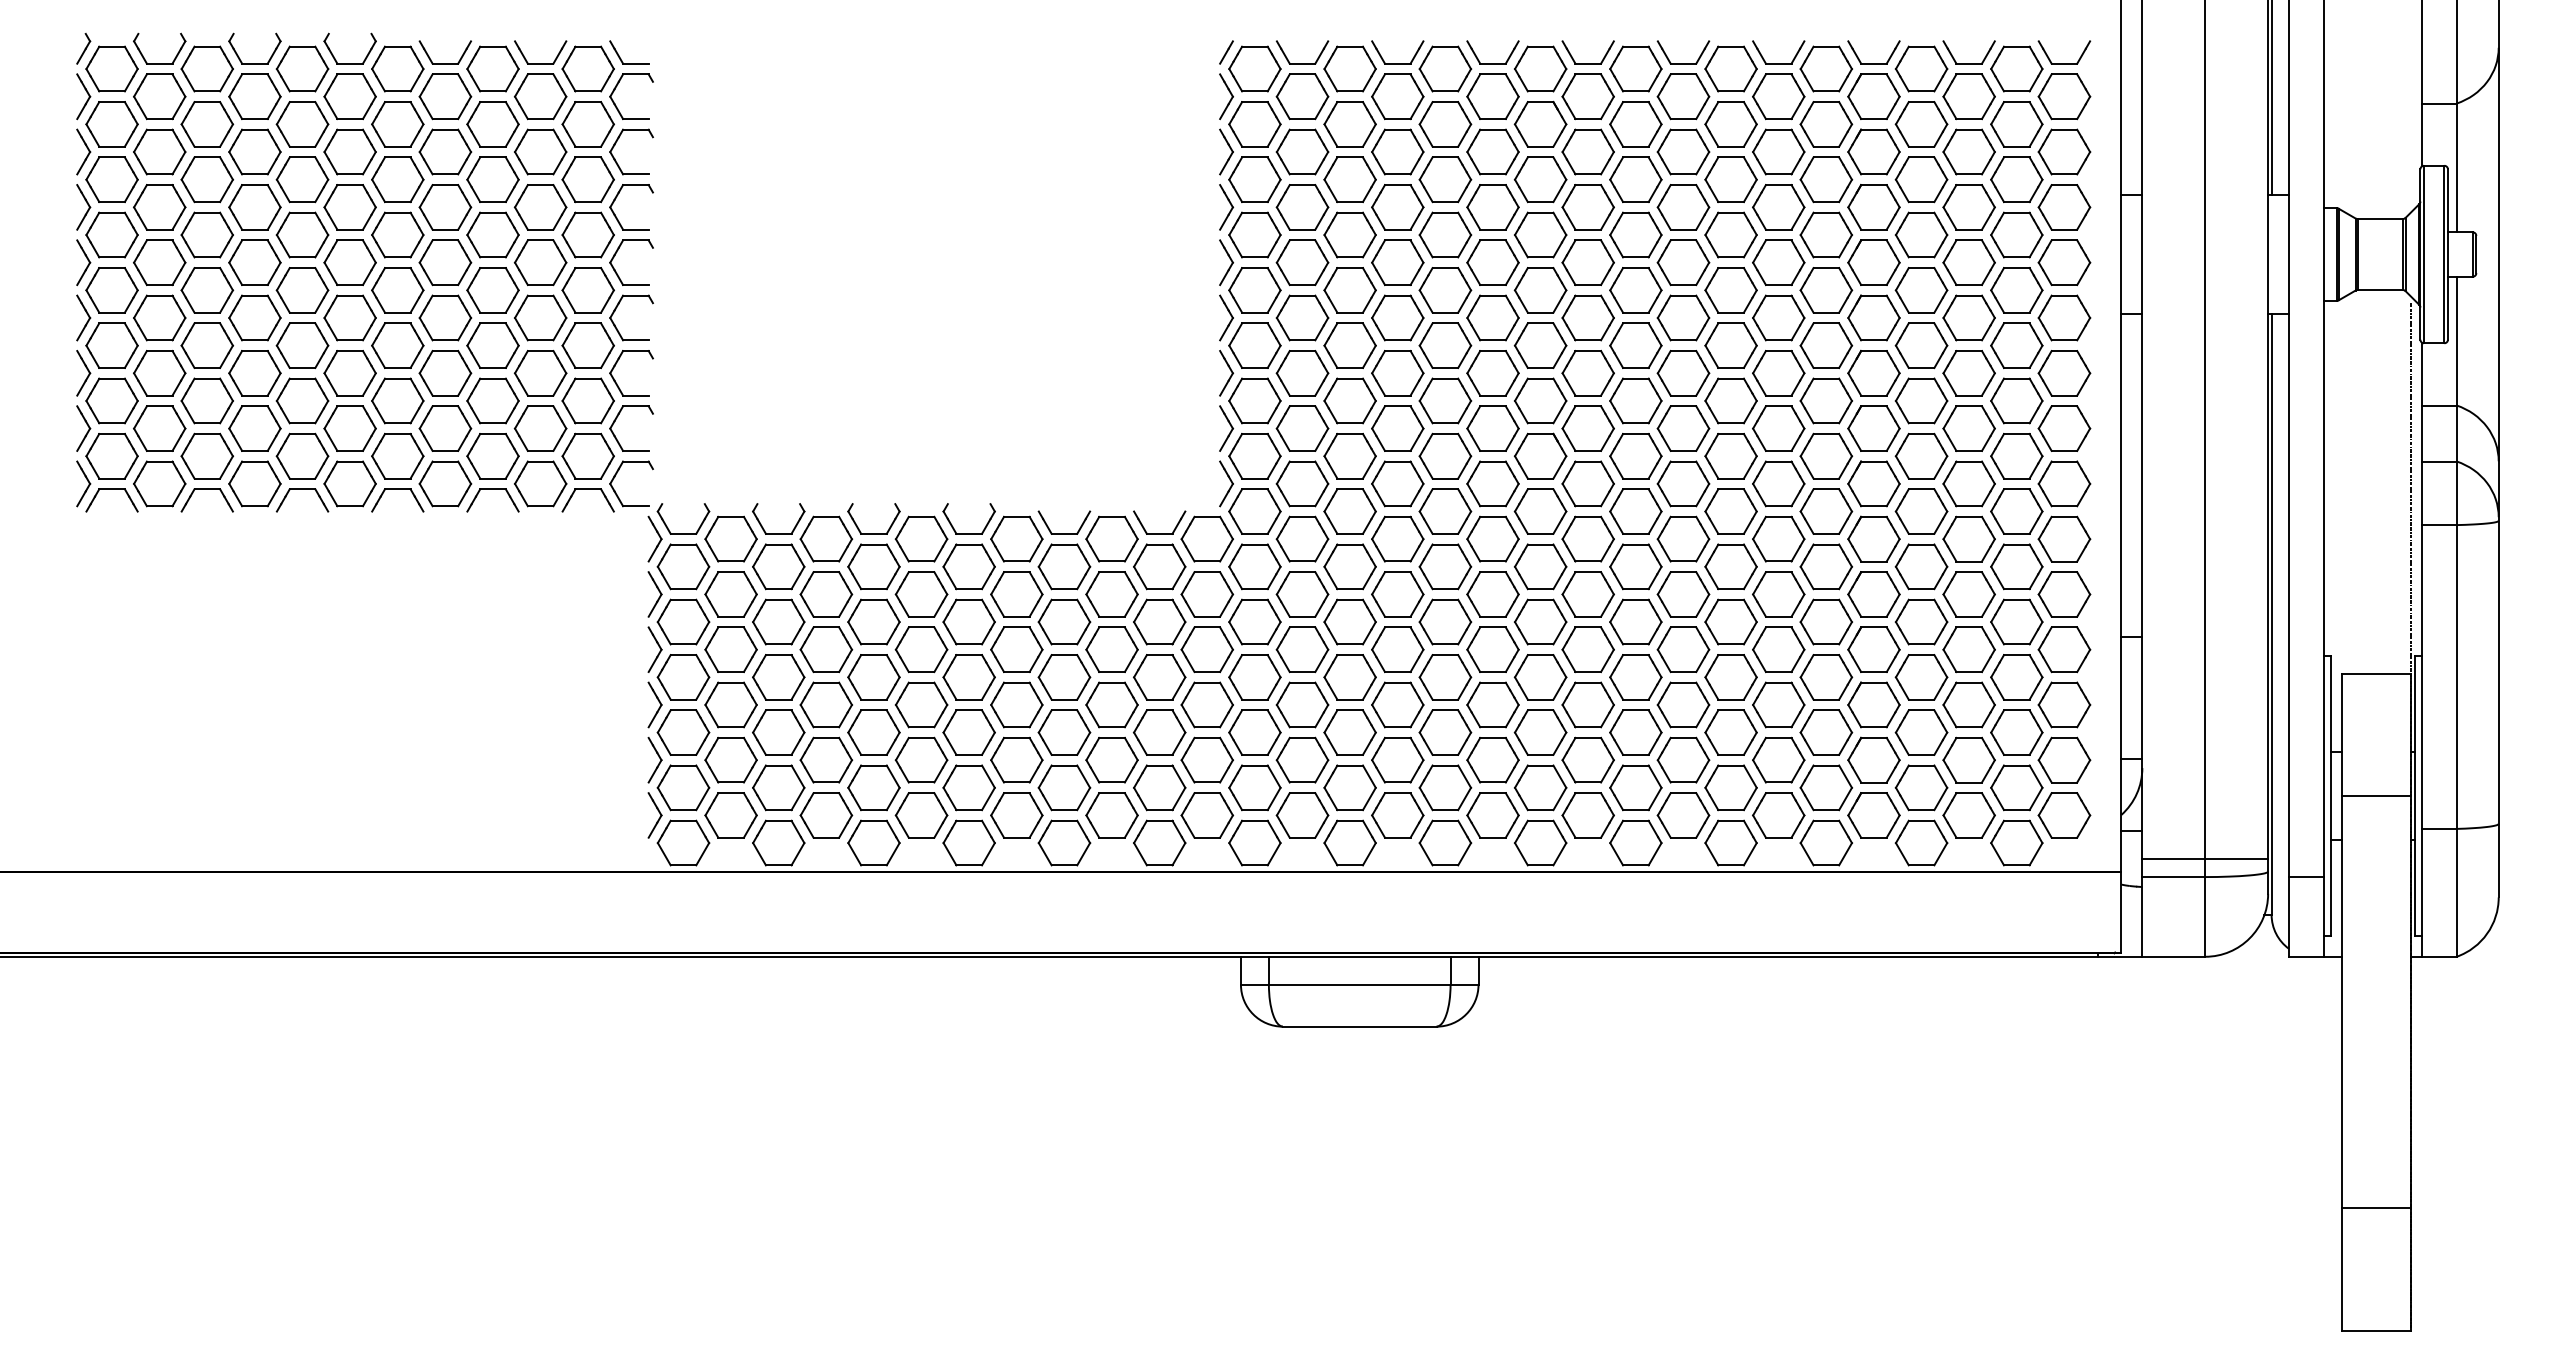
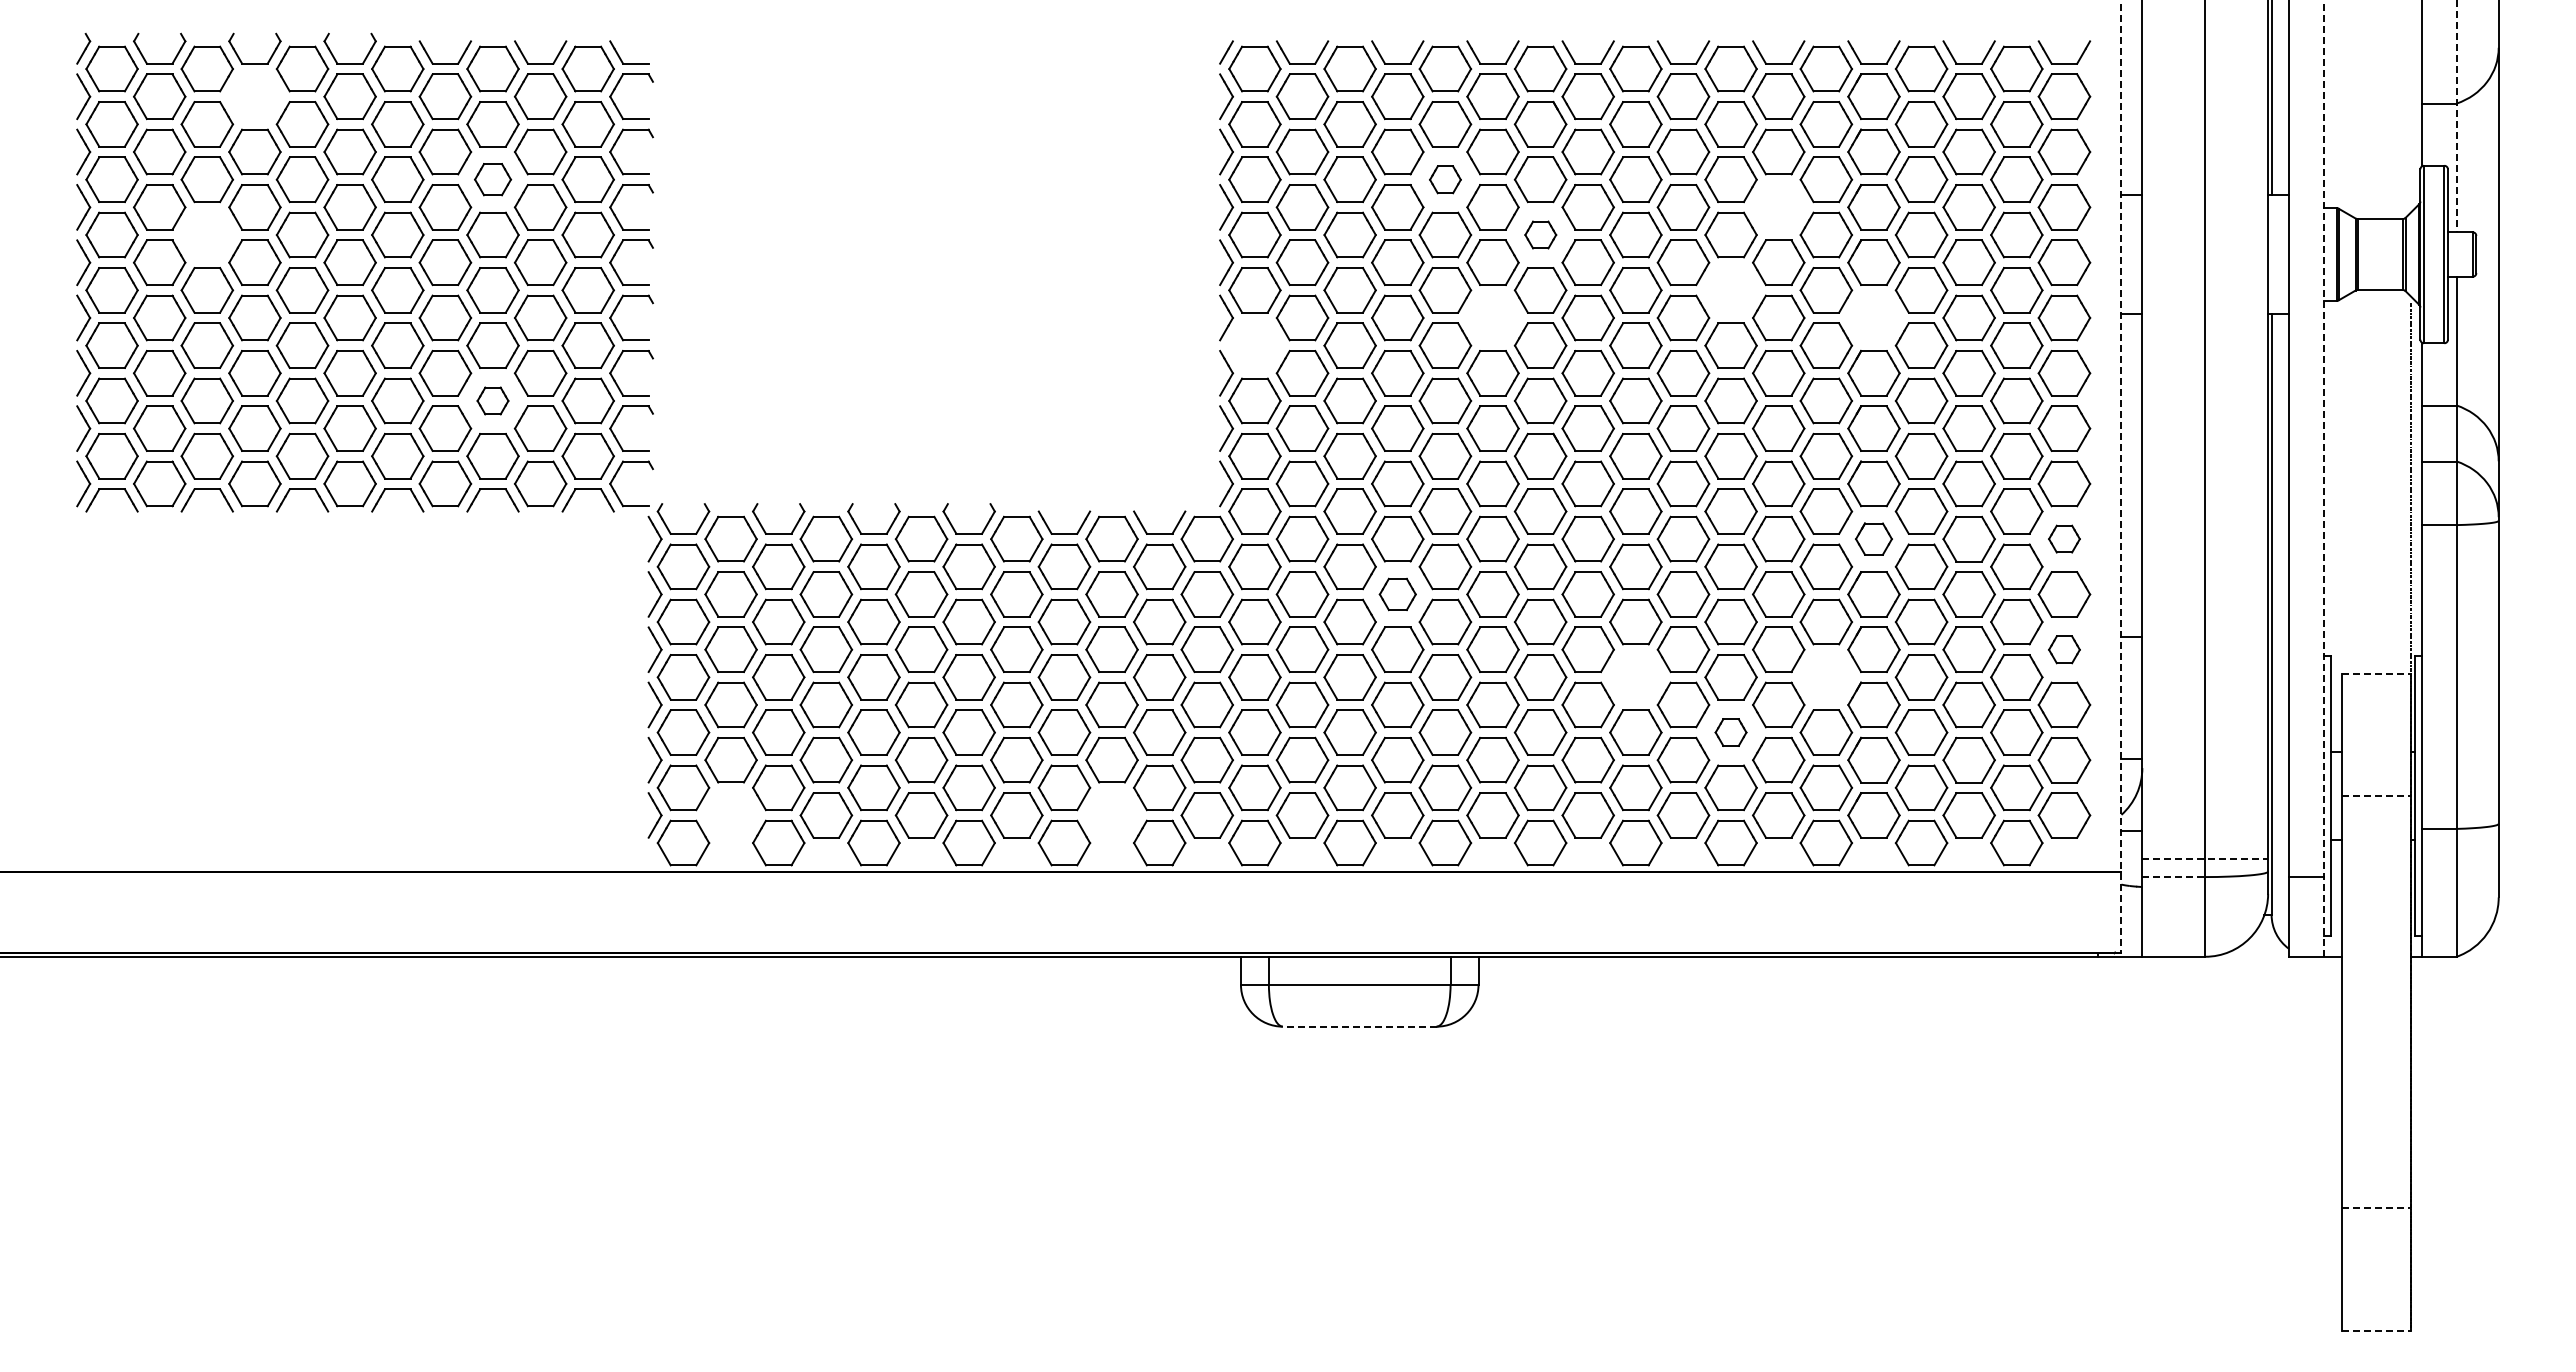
part at (254, 96): present -> none
line at (2456, 116): solid -> dashed
part at (492, 179) size: 54x47 px -> 39x34 px
part at (1445, 179) size: 55x48 px -> 33x30 px
part at (1778, 207): present -> none
part at (206, 234): present -> none
part at (1540, 234) size: 54x48 px -> 34x30 px
part at (1730, 290): present -> none
part at (1492, 317): present -> none
part at (1873, 317): present -> none
part at (1254, 345): present -> none
part at (492, 400) size: 54x48 px -> 34x30 px
line at (2121, 476): solid -> dashed
line at (2324, 478): solid -> dashed
part at (1873, 538) size: 54x48 px -> 38x34 px
part at (2064, 538) size: 55x48 px -> 33x30 px
part at (1397, 594) size: 54x47 px -> 39x35 px
part at (2064, 649) size: 55x48 px -> 33x30 px
line at (2376, 673): solid -> dashed
part at (1635, 677): present -> none
part at (1826, 677): present -> none
part at (1730, 732) size: 54x47 px -> 34x29 px
line at (2376, 796): solid -> dashed
part at (730, 815): present -> none
part at (1111, 815): present -> none
line at (2205, 858): solid -> dashed
line at (2174, 877): solid -> dashed
line at (1359, 1026): solid -> dashed
line at (2376, 1208): solid -> dashed
line at (2376, 1330): solid -> dashed
